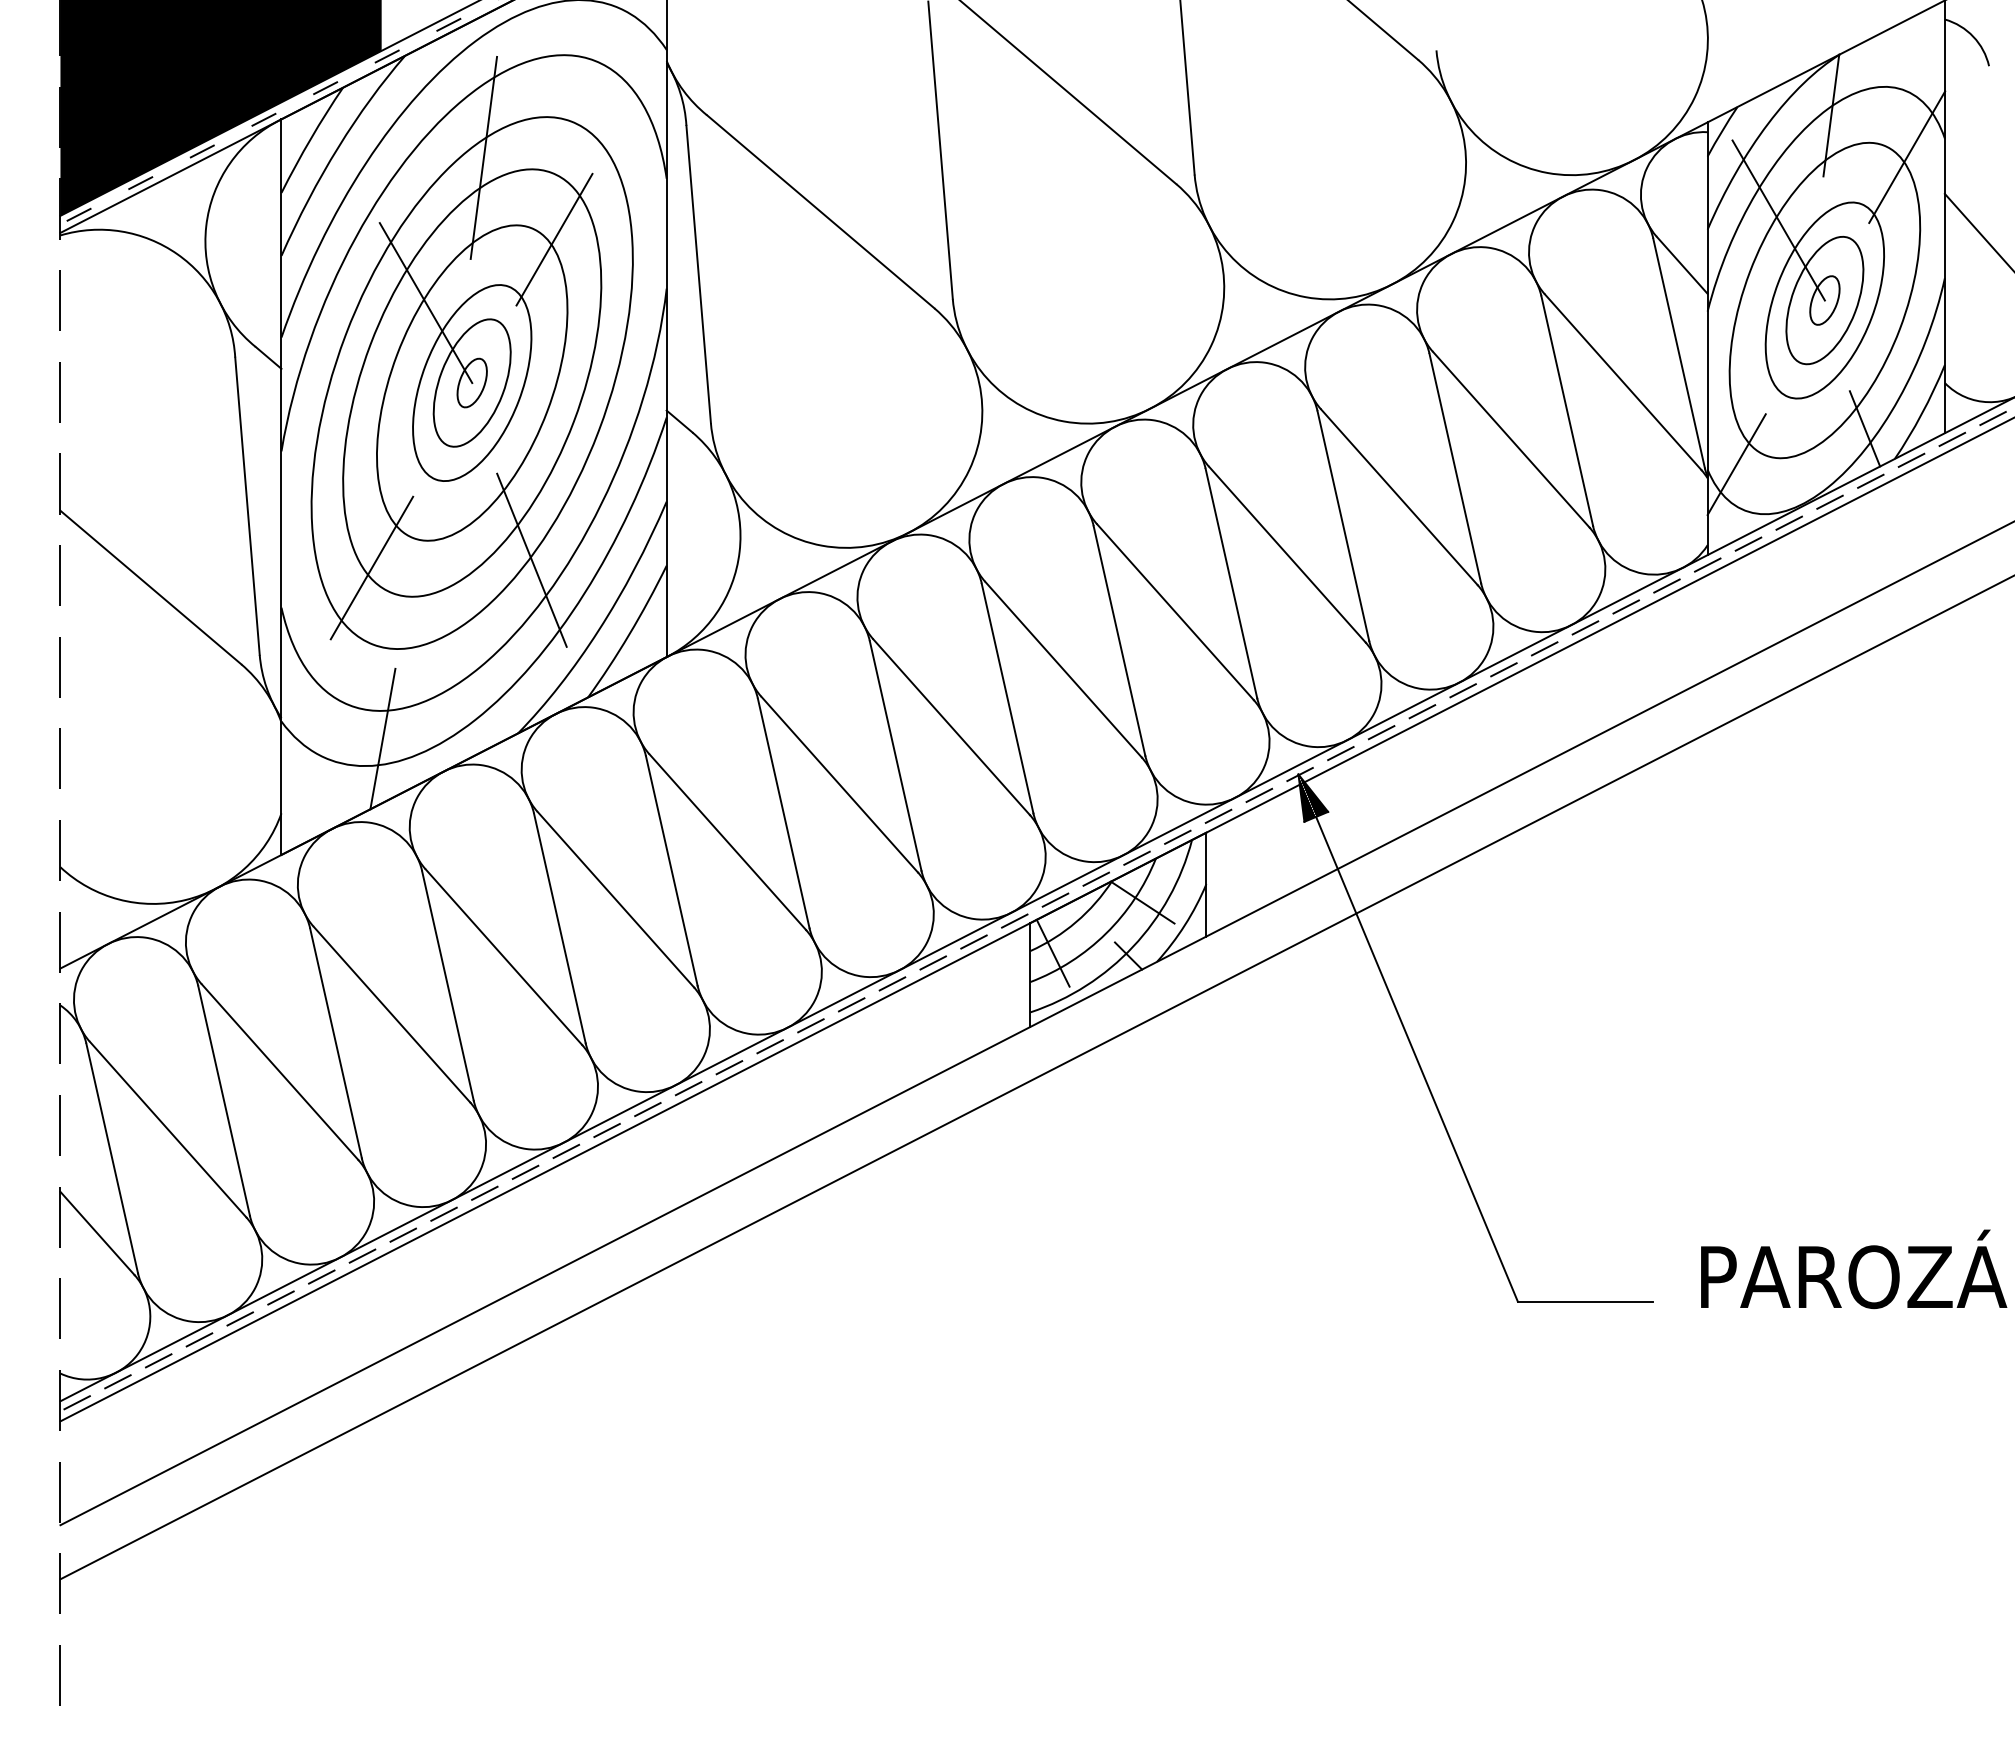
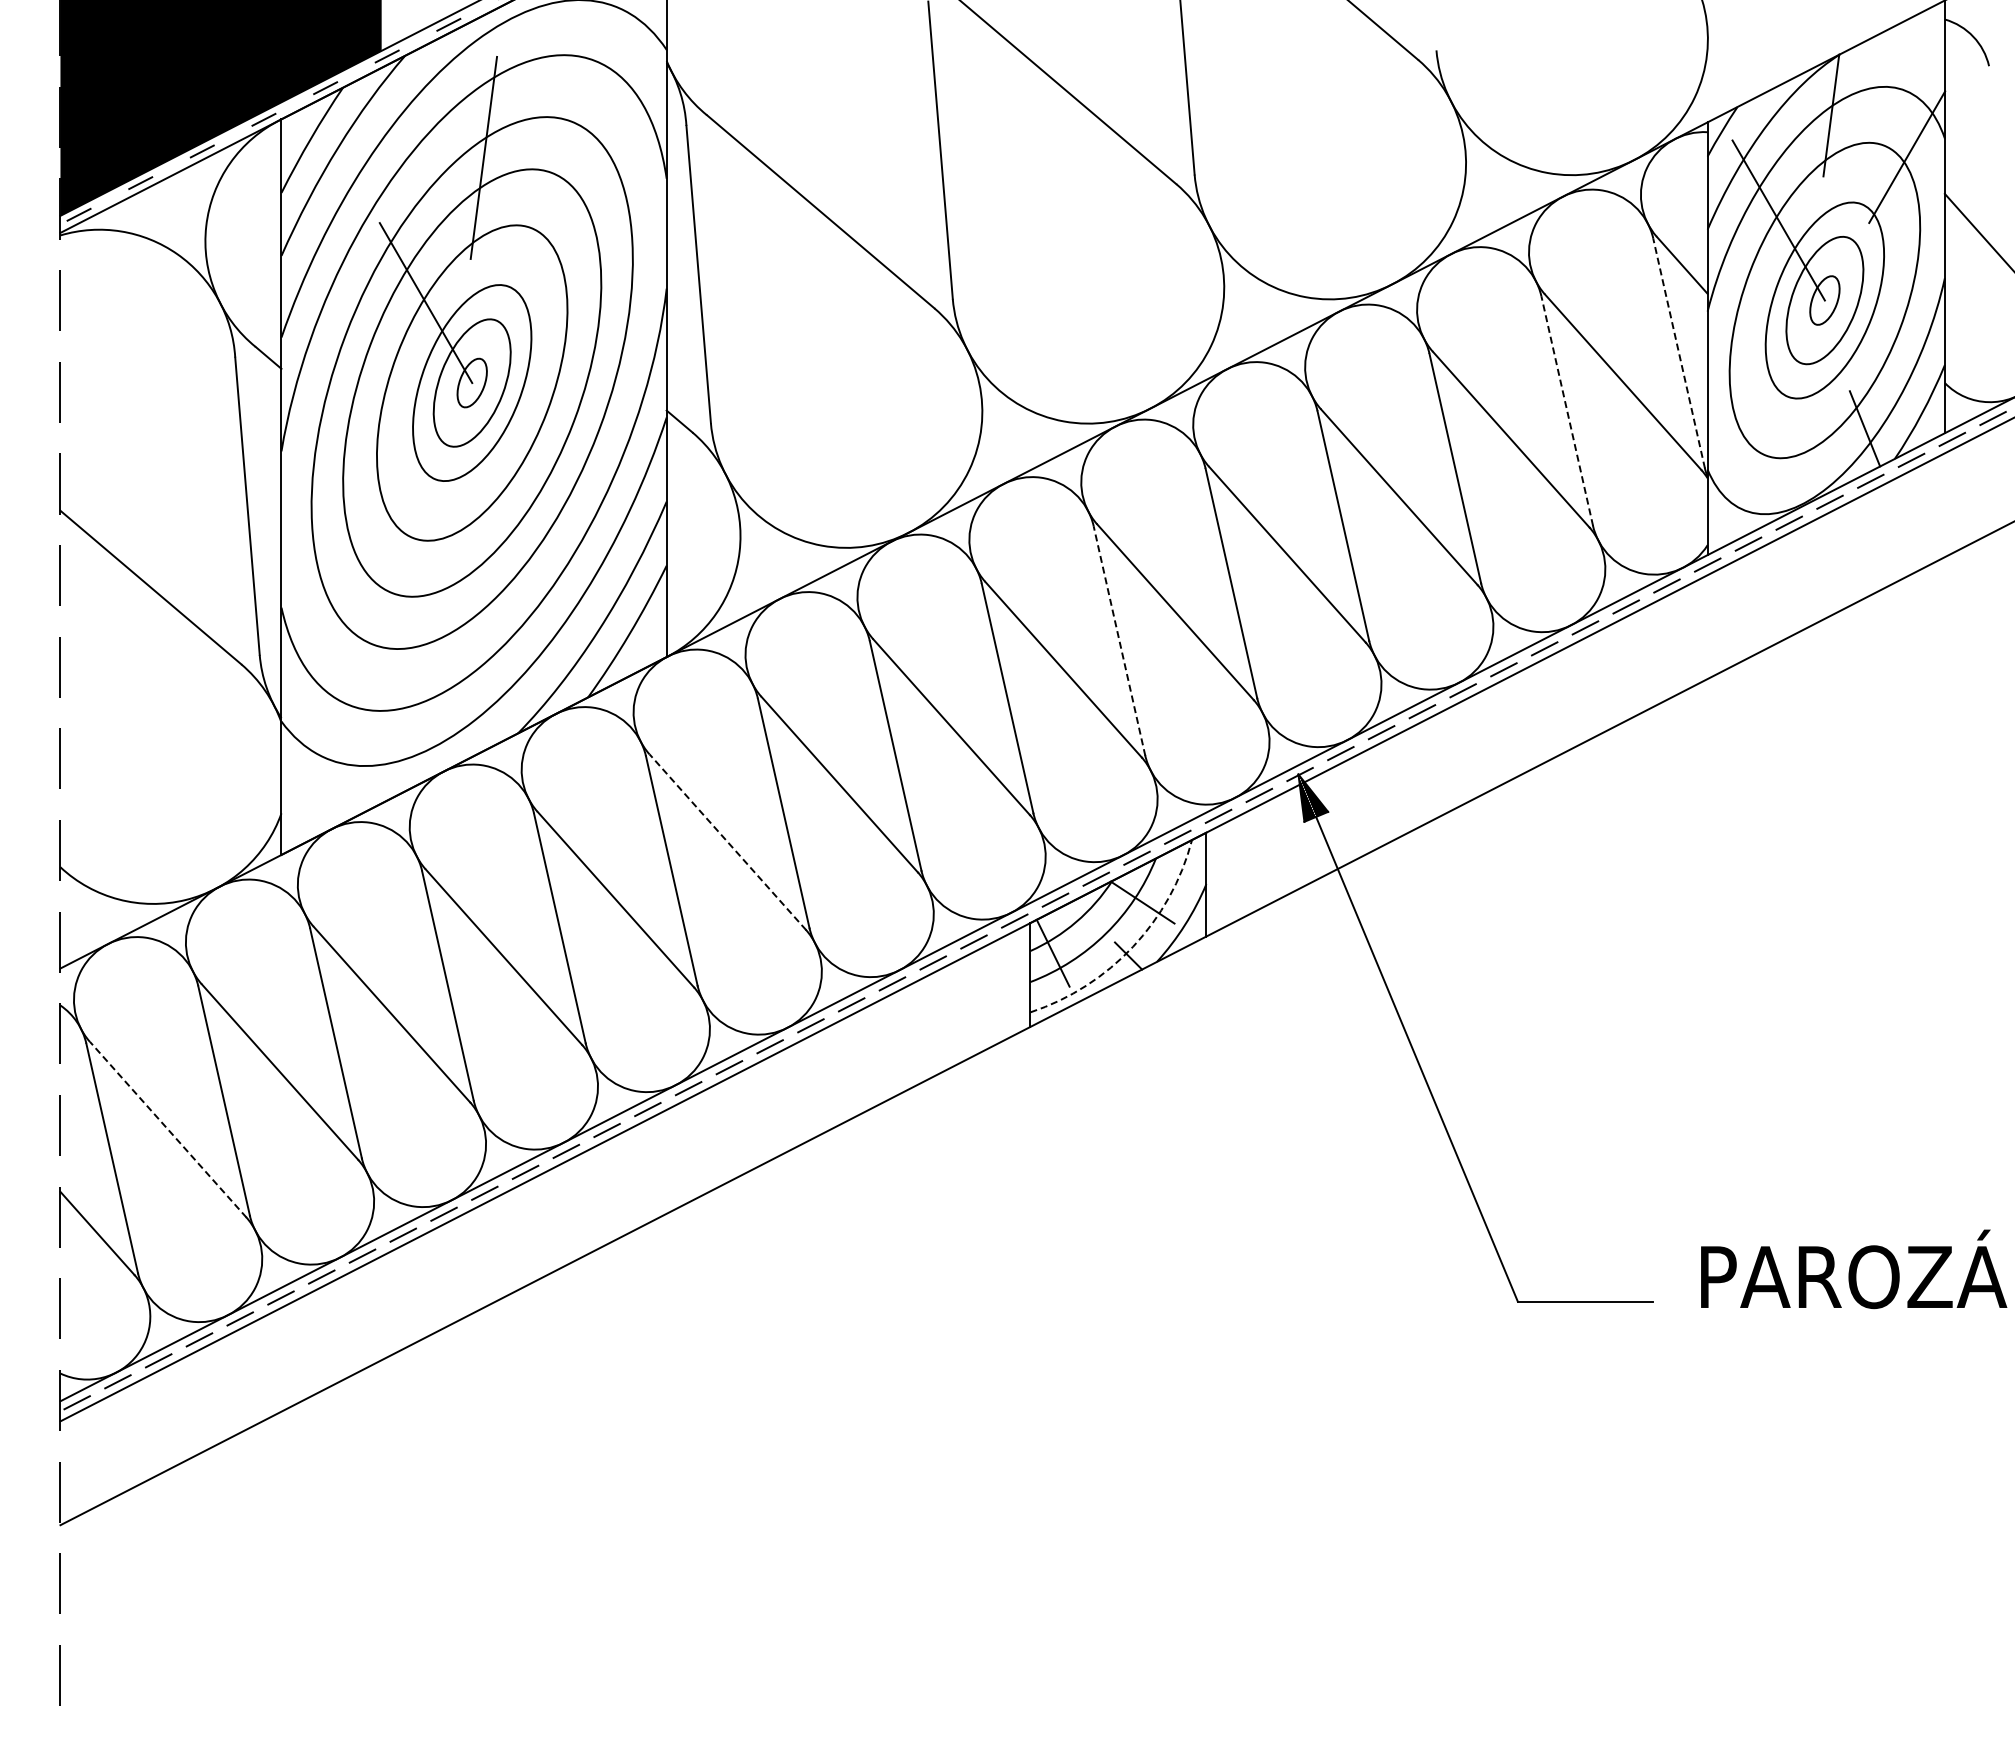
line at (554, 239): present -> none
line at (1679, 353): solid -> dashed
line at (1567, 411): solid -> dashed
line at (1736, 464): present -> none
line at (531, 559): present -> none
line at (371, 567): present -> none
line at (1119, 641): solid -> dashed
line at (382, 738): present -> none
line at (727, 842): solid -> dashed
arc at (1133, 946): solid -> dashed
line at (1035, 1078): present -> none
line at (168, 1129): solid -> dashed
